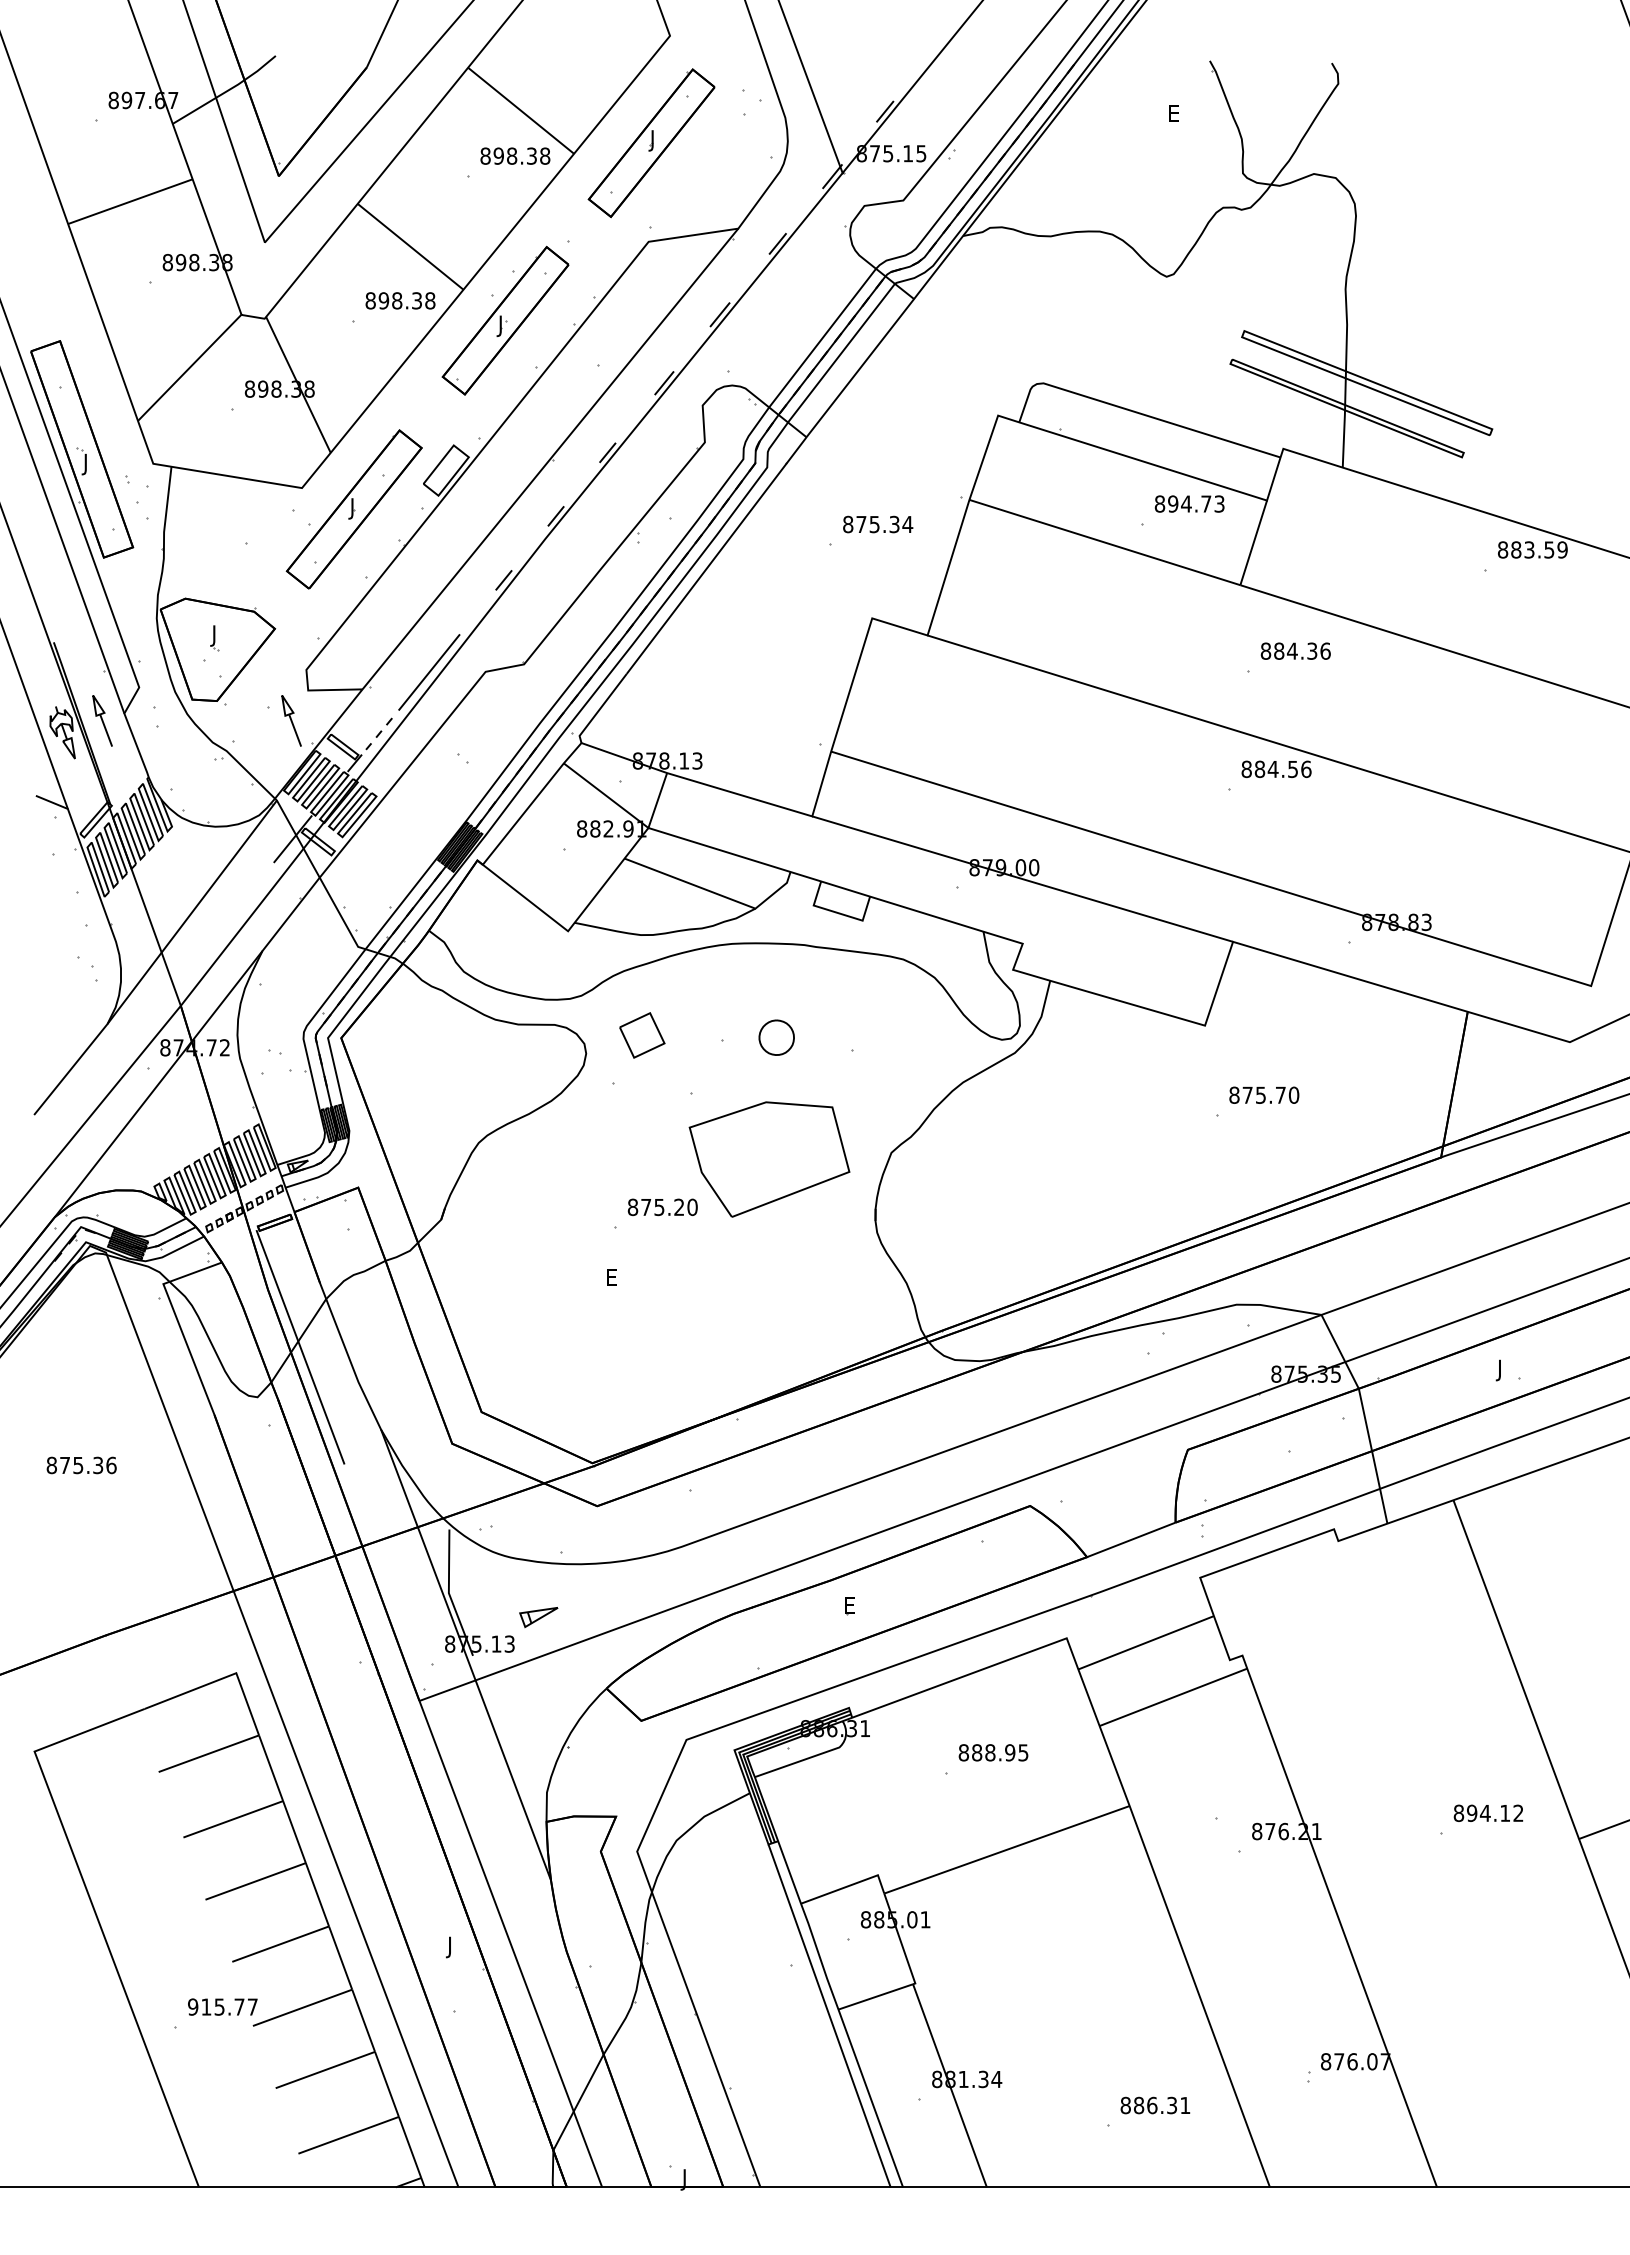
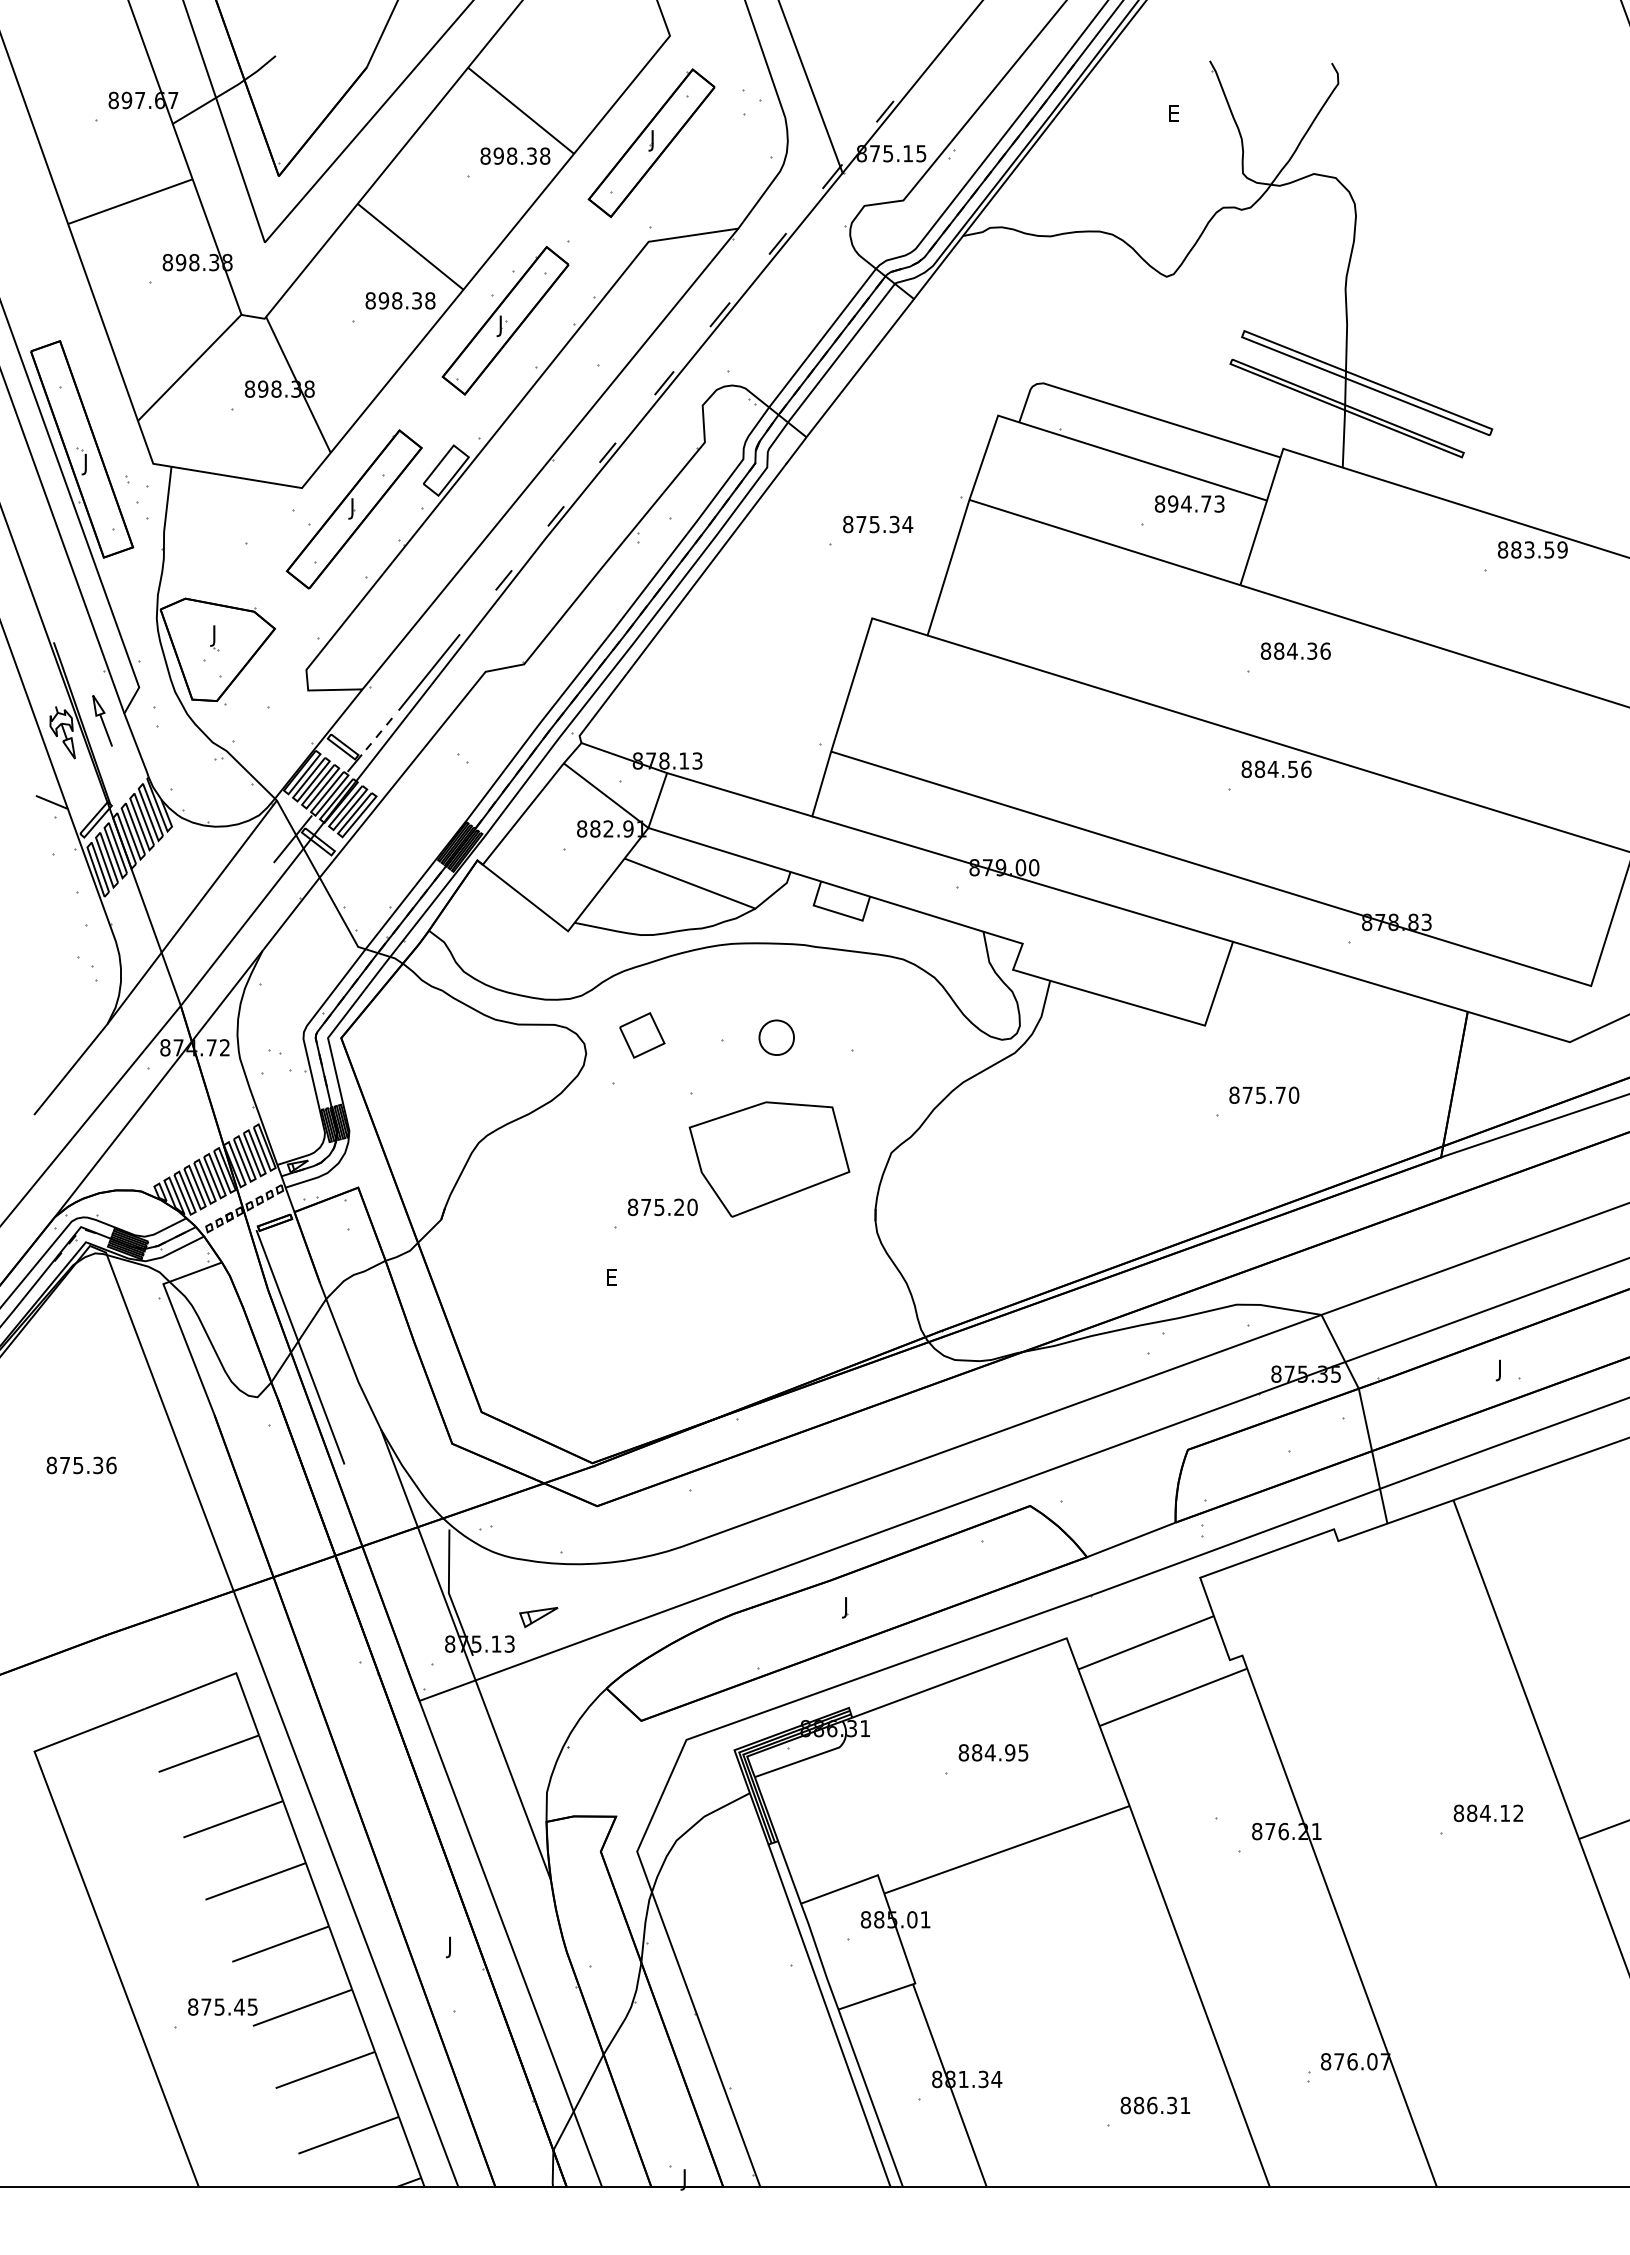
part at (291, 720): present -> none
text at (848, 1607): E -> J
text at (989, 1752): 888.95 -> 884.95
text at (1472, 1813): 894.12 -> 884.12
text at (222, 2006): 915.77 -> 875.45
